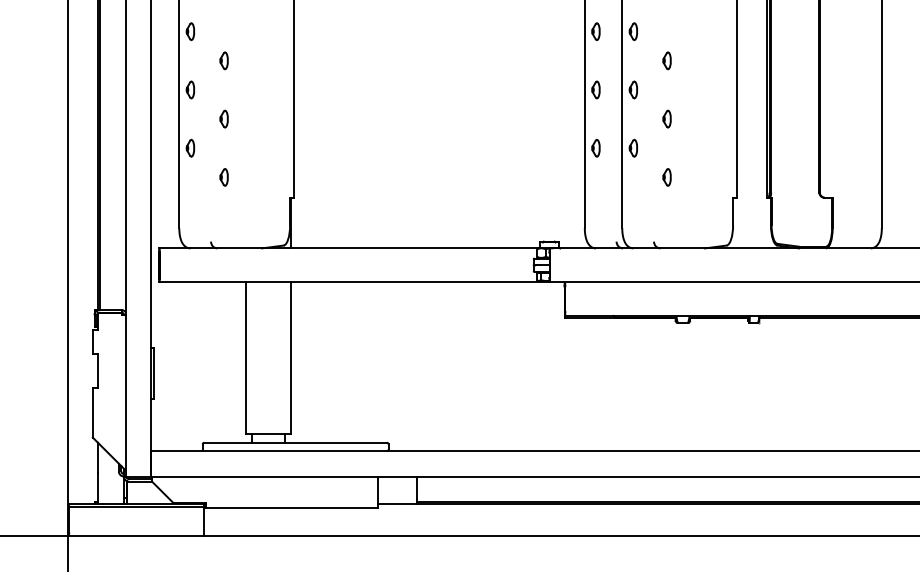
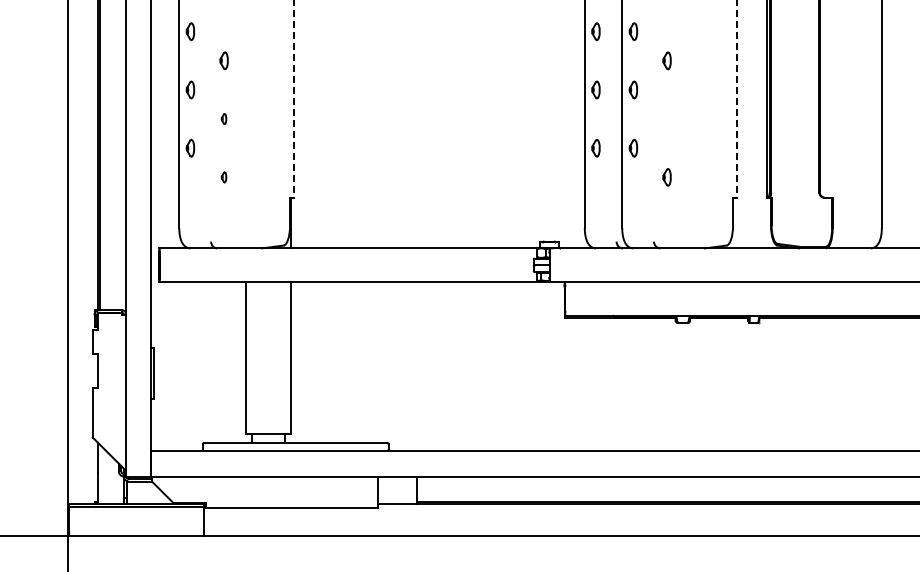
line at (293, 99): solid -> dashed
line at (736, 99): solid -> dashed
part at (223, 118) size: 10x20 px -> 8x13 px
part at (666, 118): present -> none
part at (223, 177) size: 10x19 px -> 8x13 px
